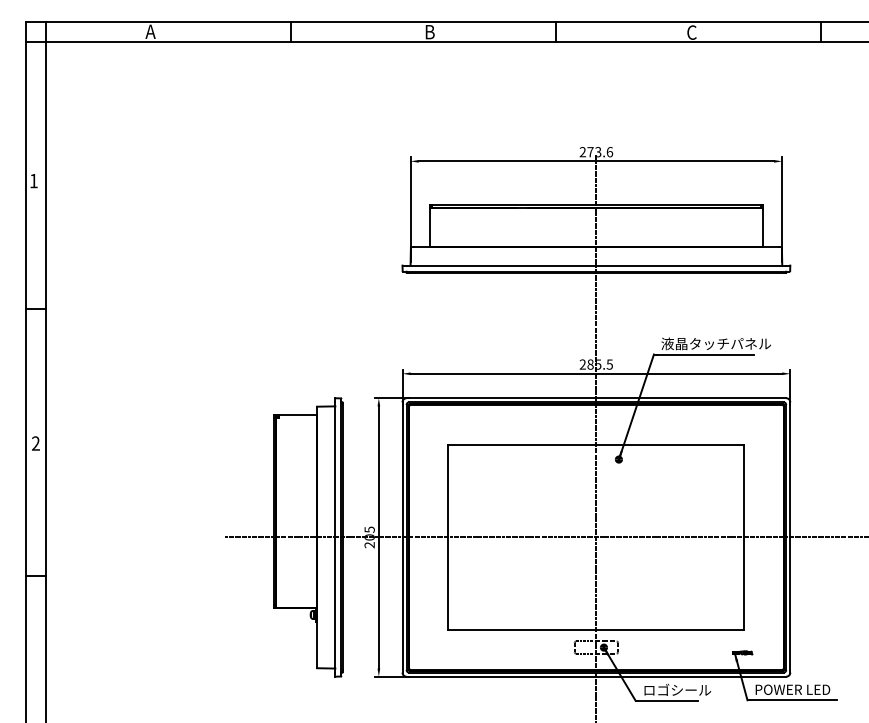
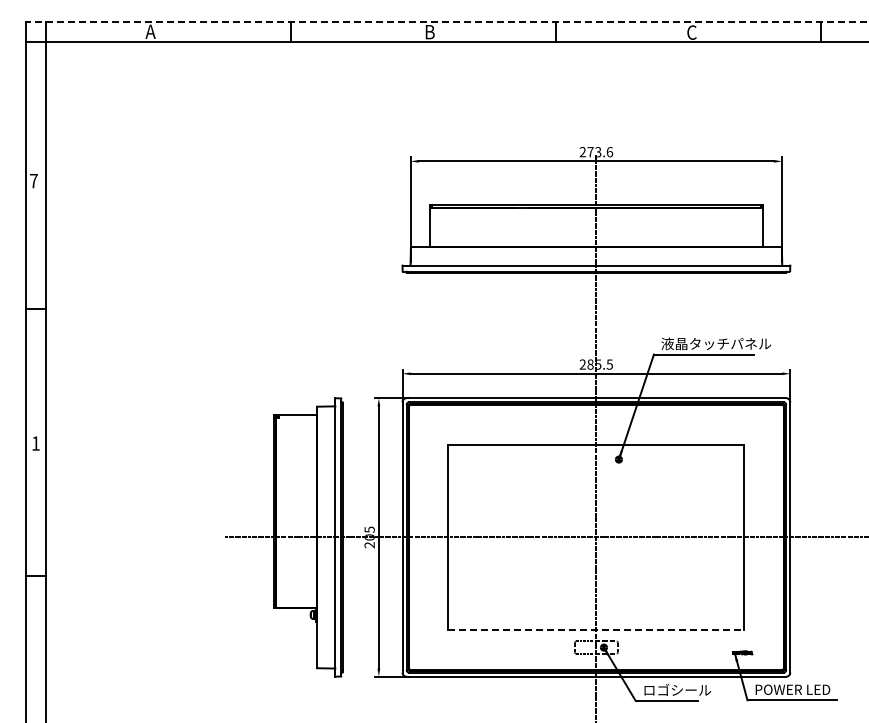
line at (446, 21): solid -> dashed
text at (33, 181): 1 -> 7
text at (35, 443): 2 -> 1
line at (596, 630): solid -> dashed
